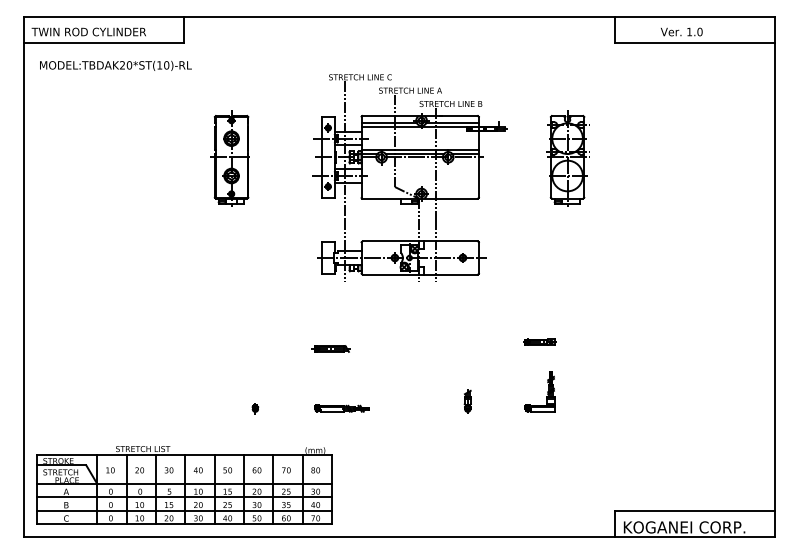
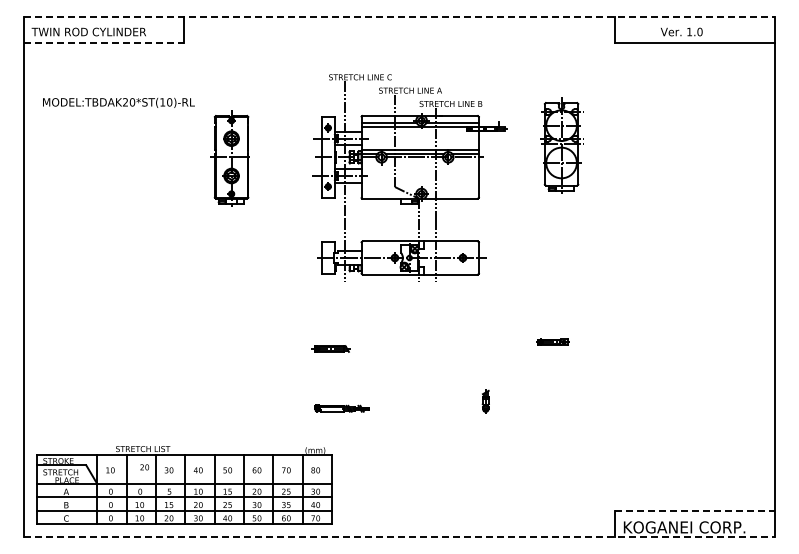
line at (399, 16): solid -> dashed
line at (103, 43): solid -> dashed
text at (115, 65) position: (115, 65) -> (118, 102)
part at (567, 158) position: (567, 158) -> (561, 145)
part at (539, 341) position: (539, 341) -> (552, 341)
part at (547, 391): present -> none
part at (467, 401) position: (467, 401) -> (485, 401)
part at (255, 408): present -> none
text at (139, 470) position: (139, 470) -> (144, 467)
line at (695, 510): solid -> dashed
line at (399, 537): solid -> dashed
